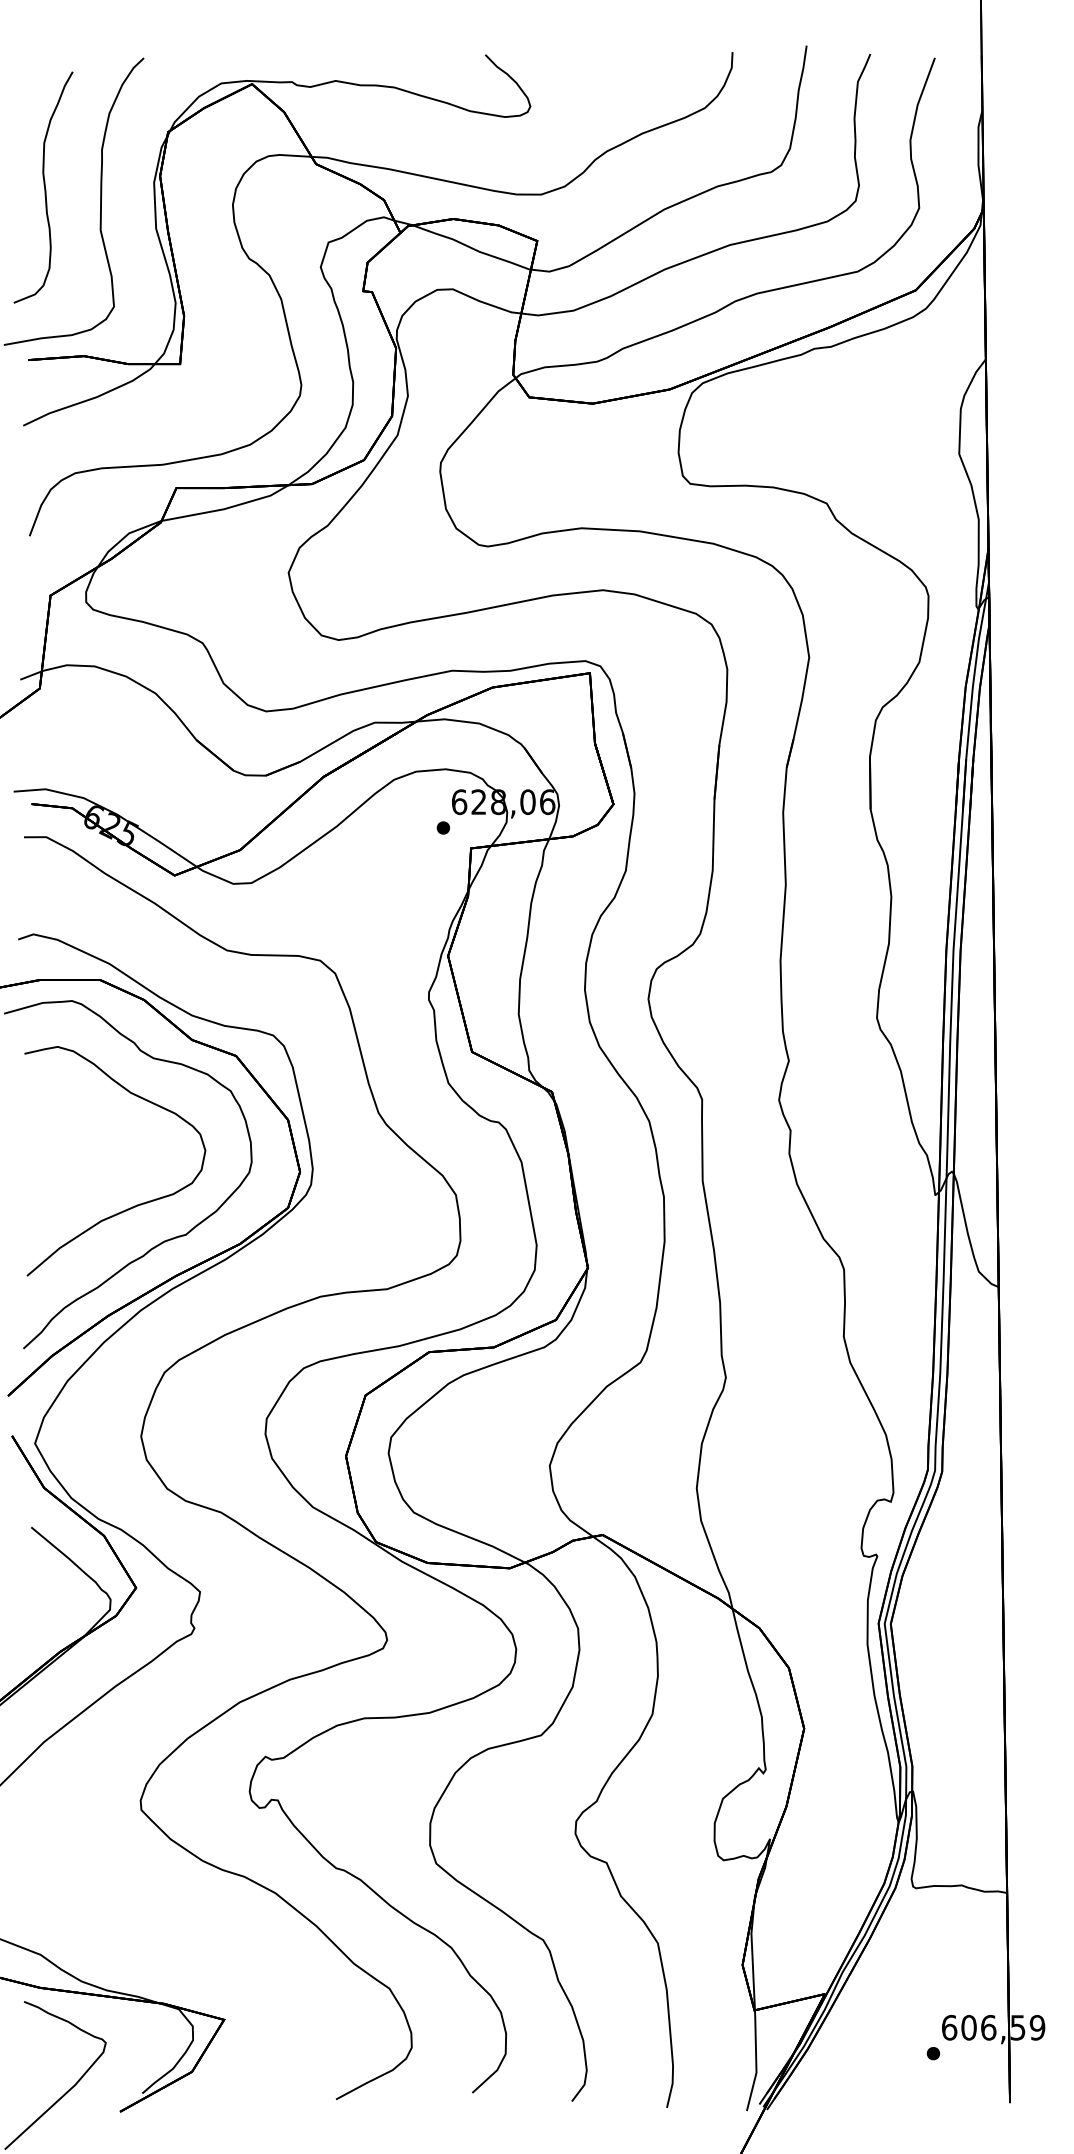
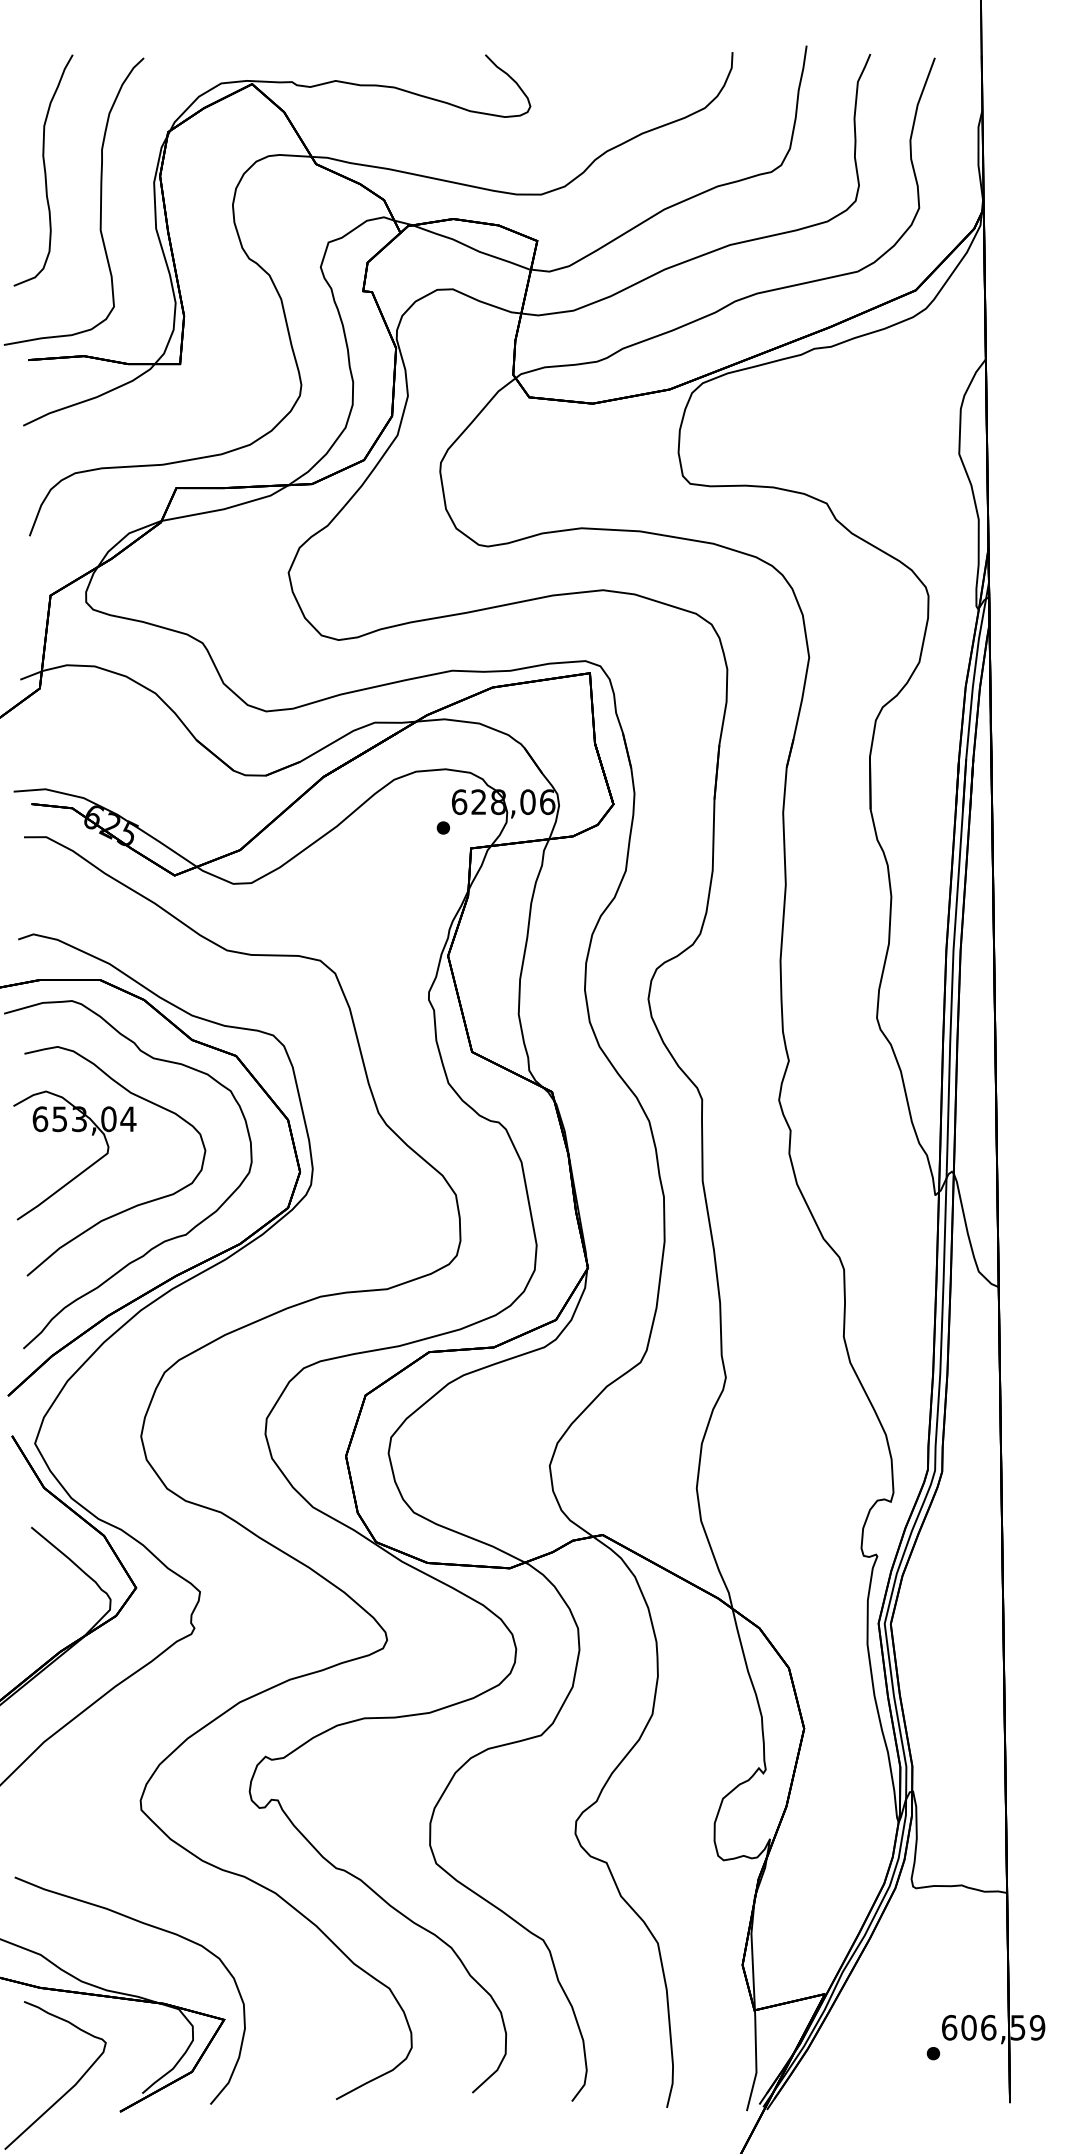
curve at (44, 187) position: (44, 187) -> (44, 170)
part at (85, 1168): none -> present
curve at (149, 1926): none -> present
